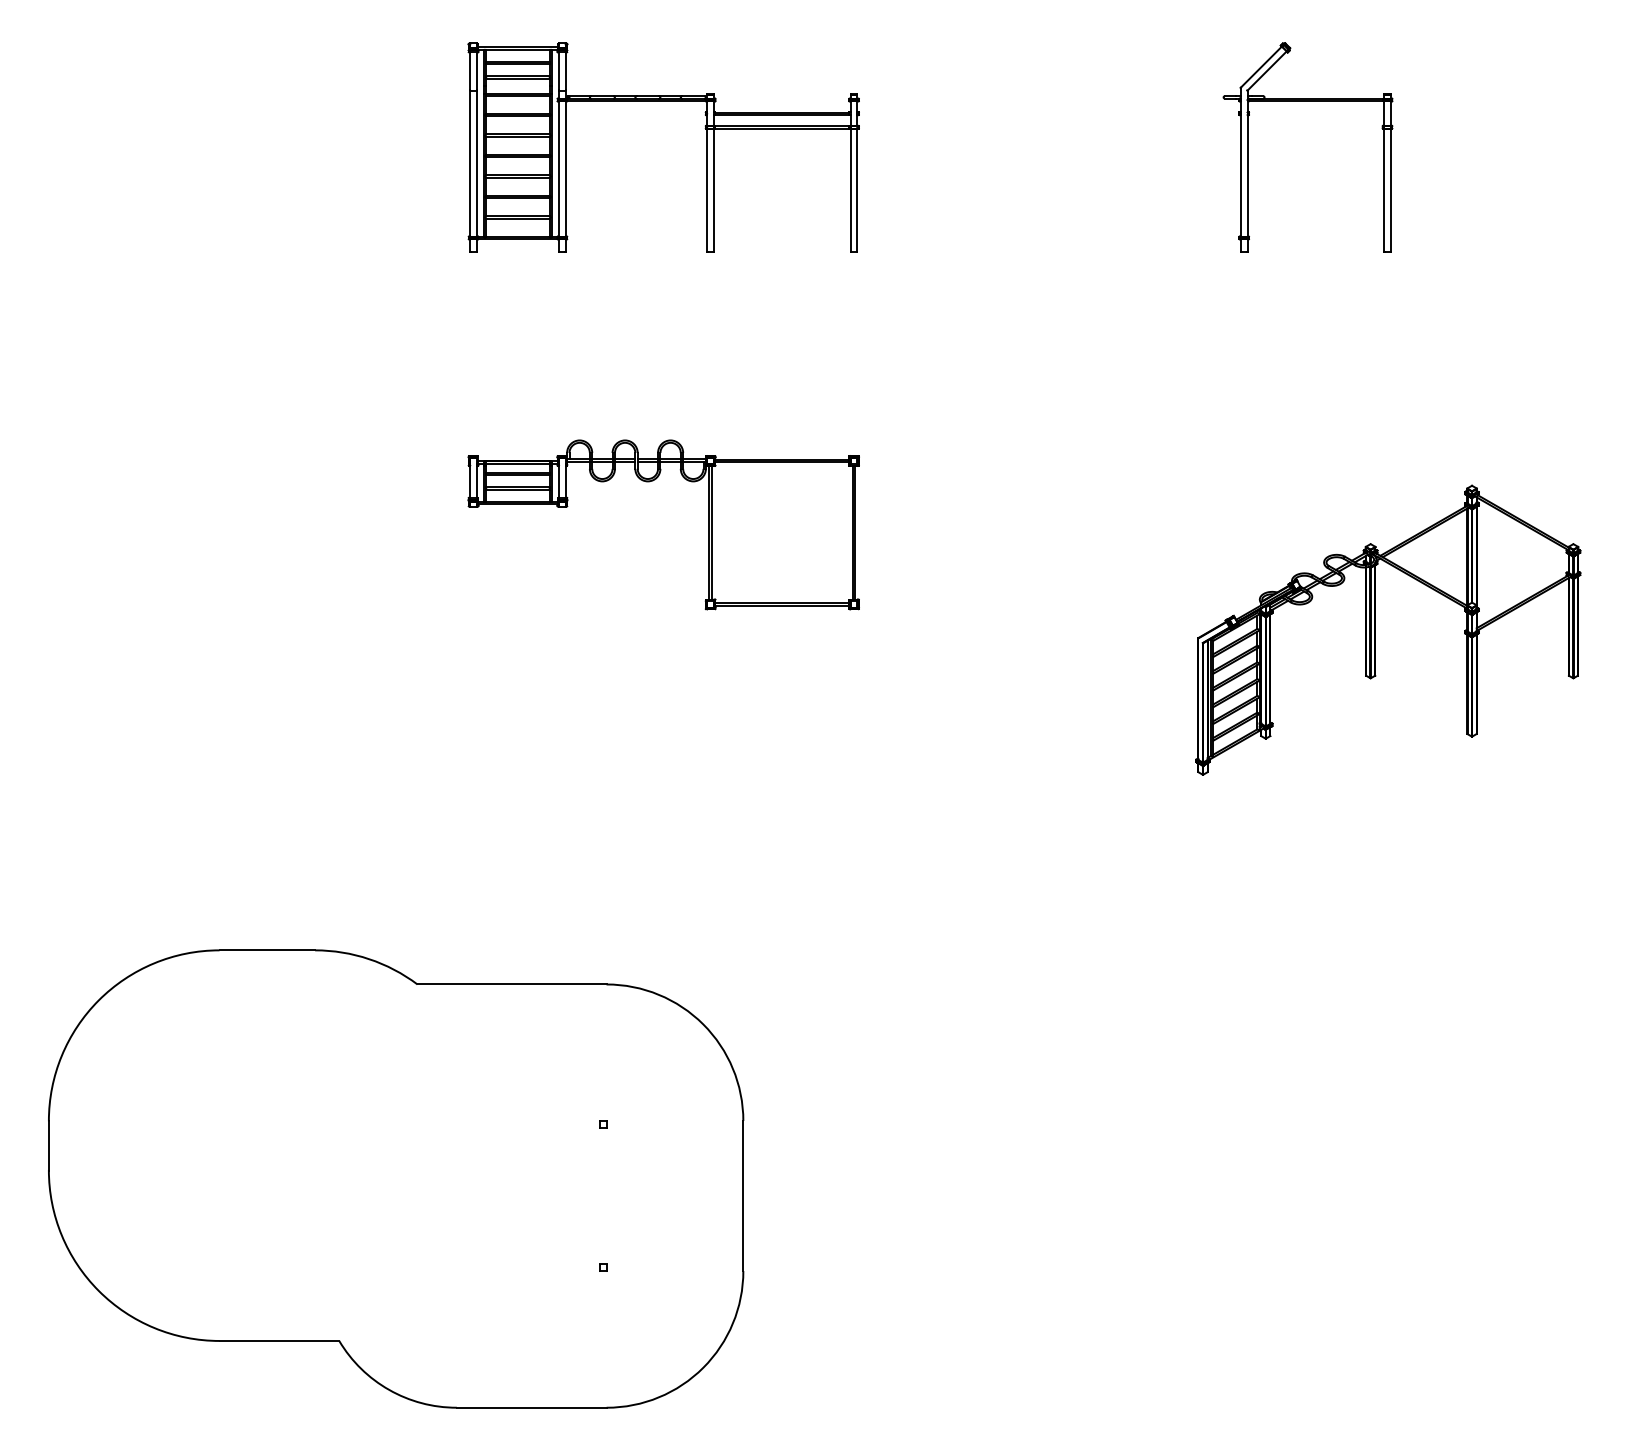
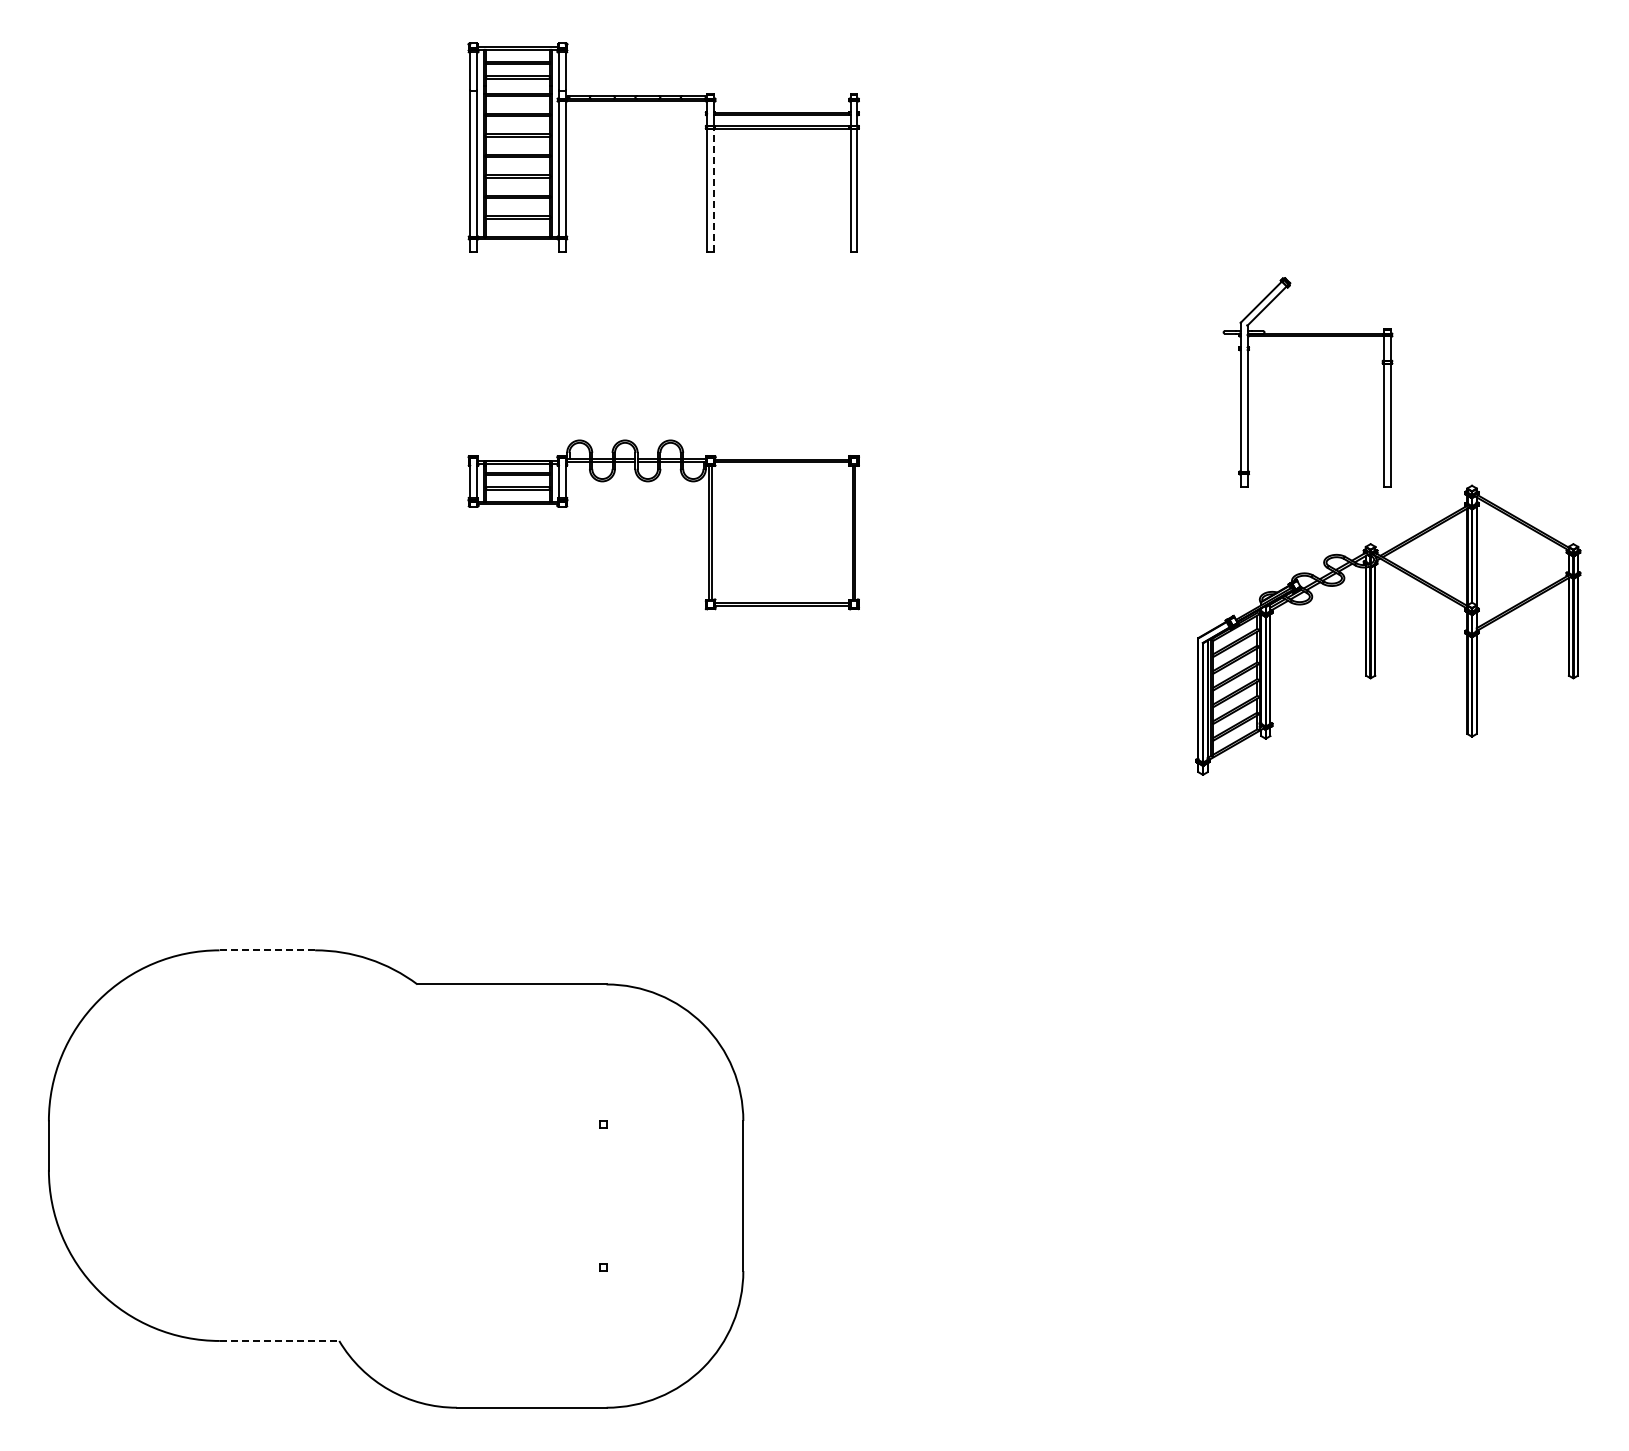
part at (1307, 101) position: (1307, 101) -> (1307, 336)
line at (714, 189): solid -> dashed
line at (267, 950): solid -> dashed
line at (279, 1340): solid -> dashed
